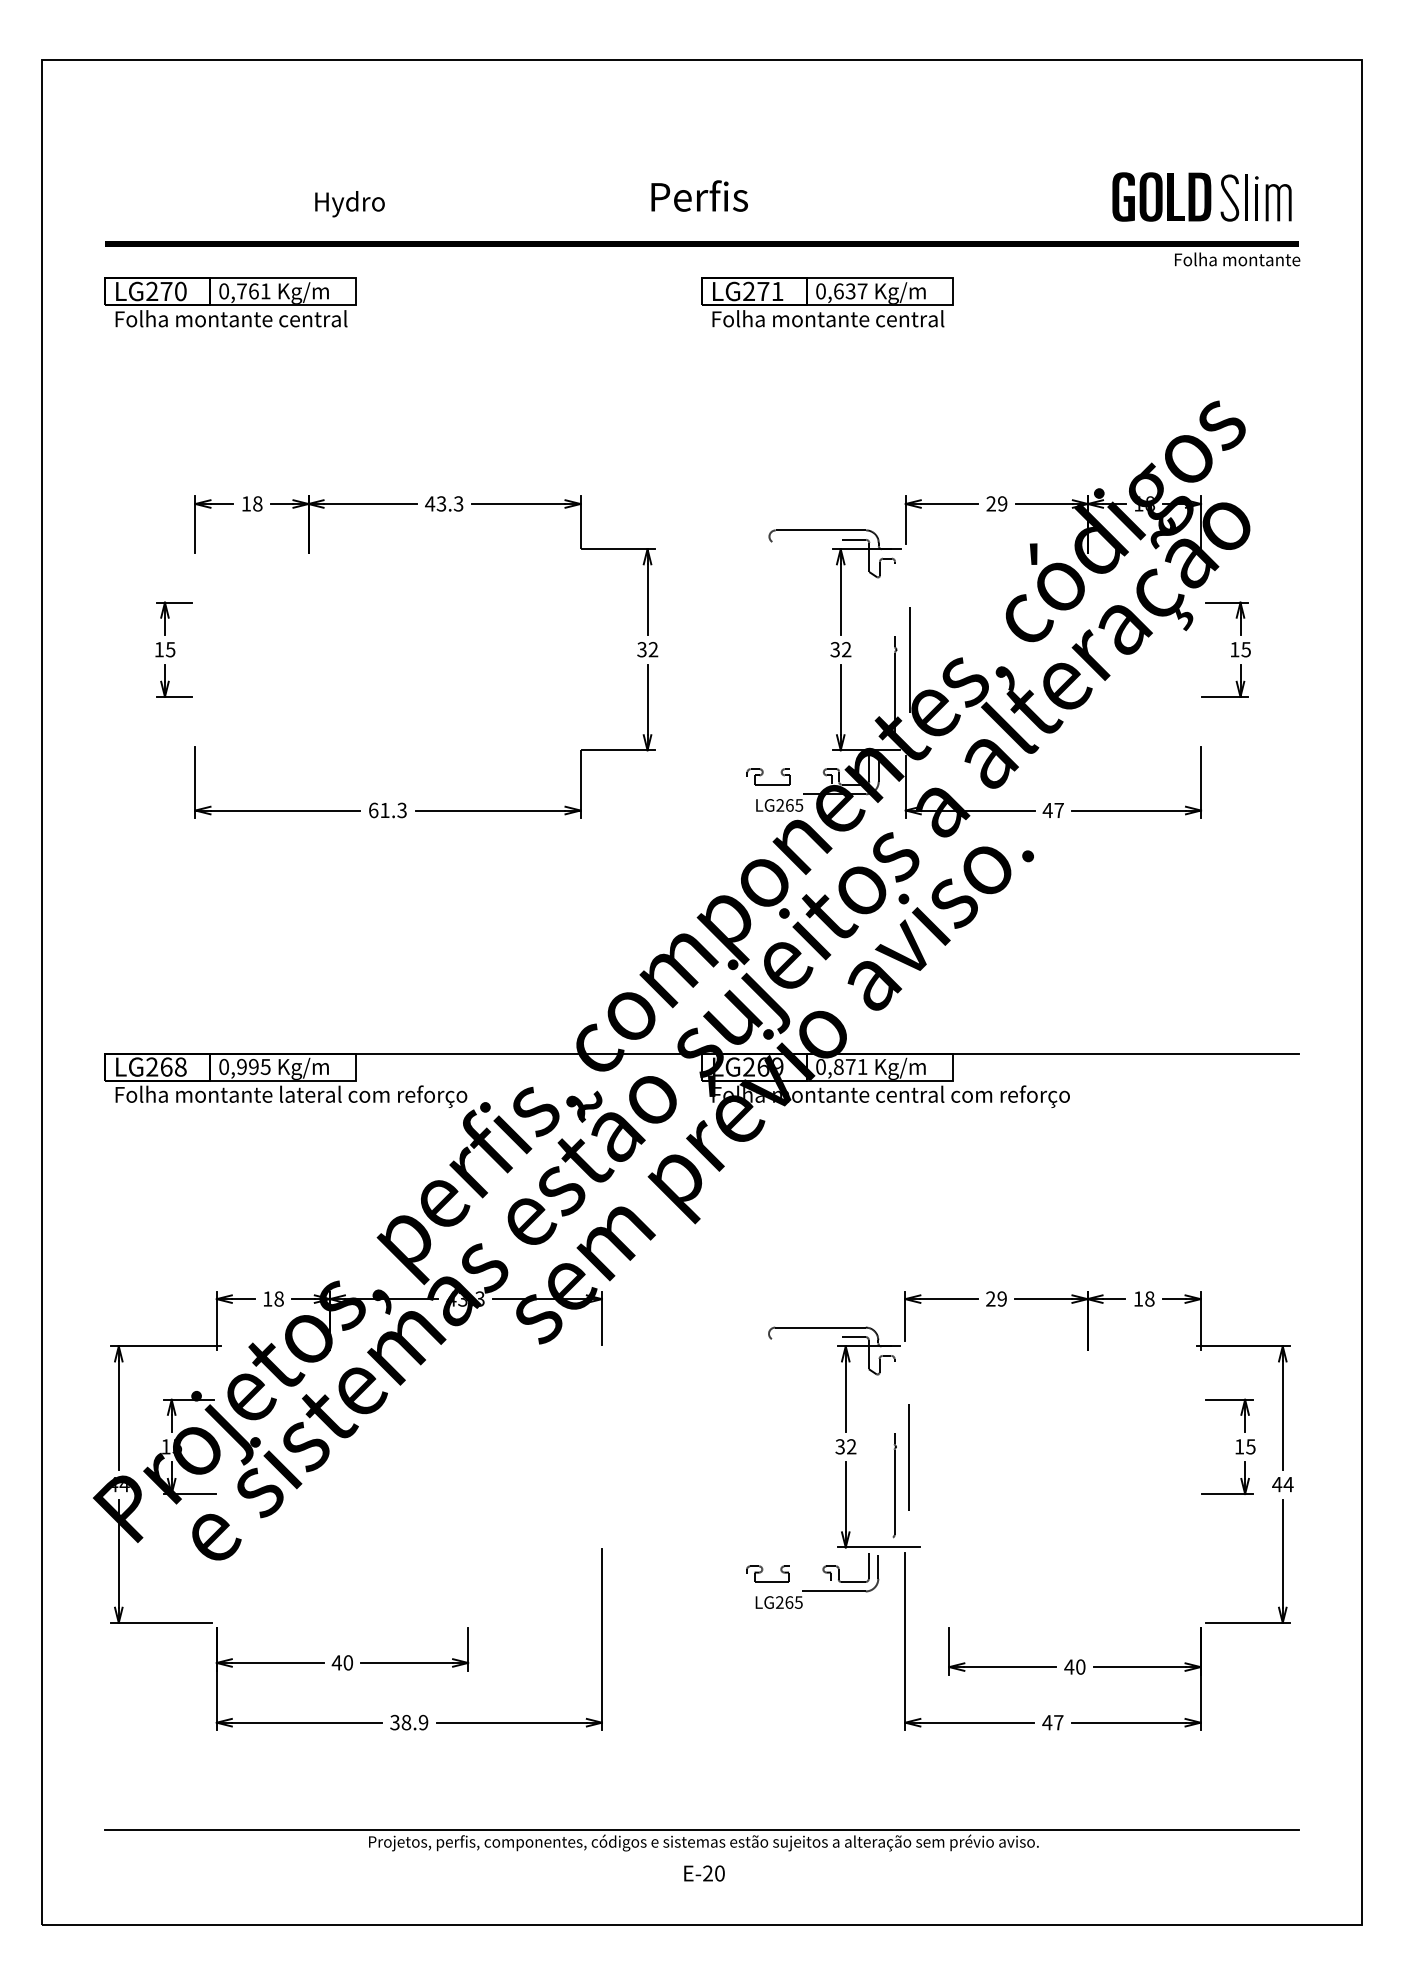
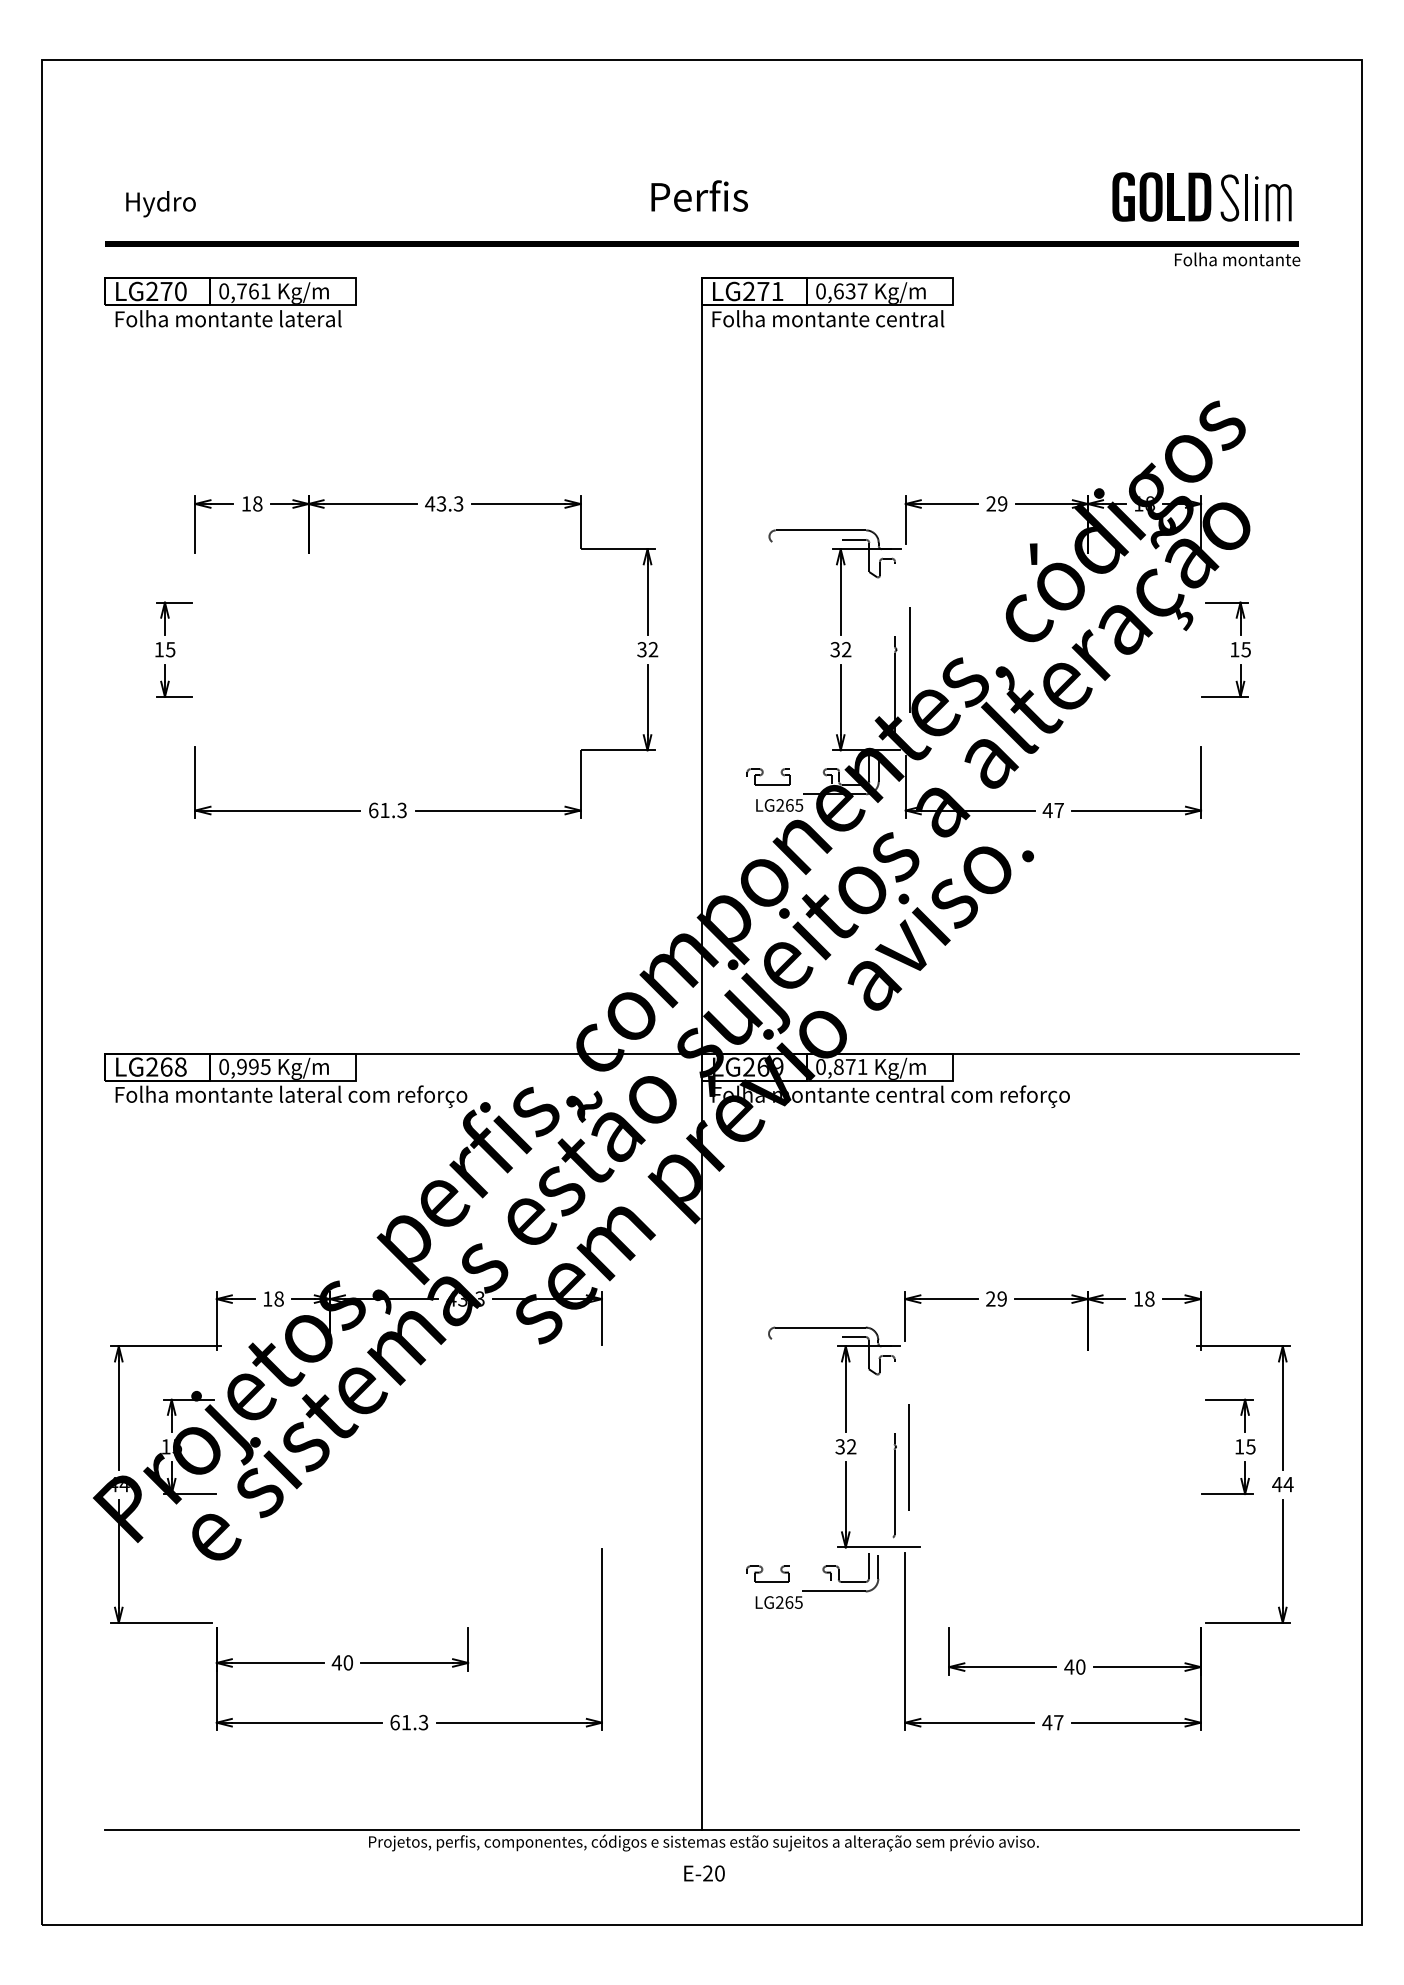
text at (349, 204) position: (349, 204) -> (160, 204)
text at (313, 318): Folha montante central -> Folha montante lateral
line at (702, 1053): none -> present
text at (409, 1722): 38.9 -> 61.3
